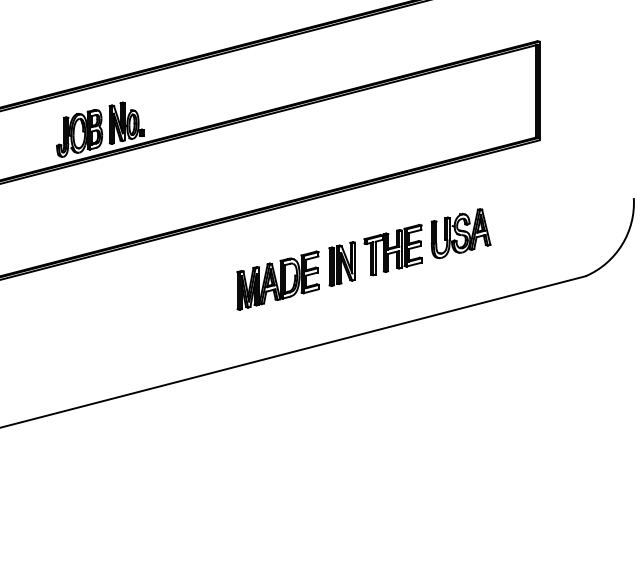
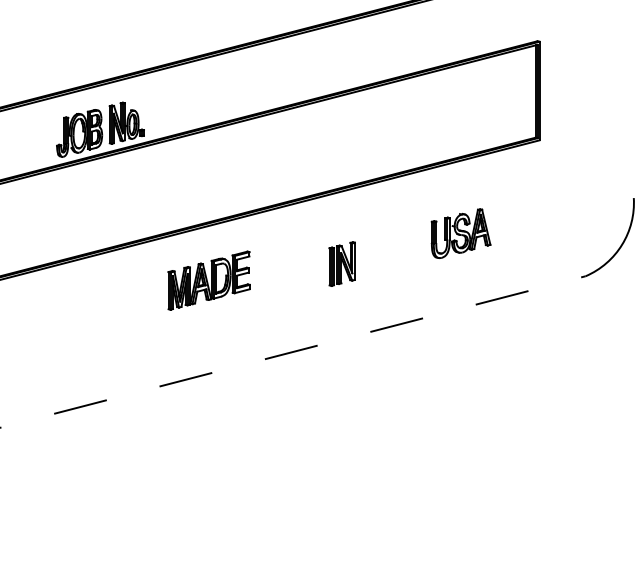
part at (392, 250): present -> none
part at (277, 280) position: (277, 280) -> (208, 280)
line at (293, 351): solid -> dashed
